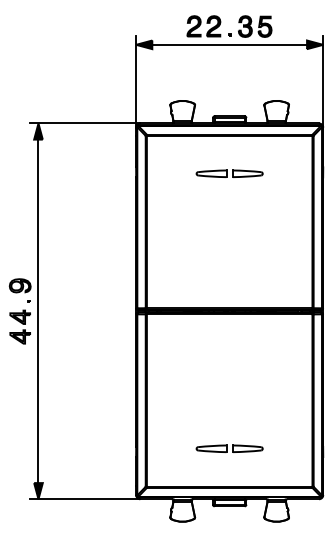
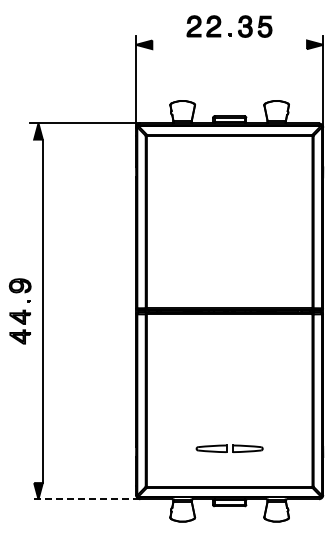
line at (229, 44): present -> none
part at (229, 173): present -> none
line at (38, 311) position: (38, 311) -> (43, 311)
line at (84, 499): solid -> dashed
